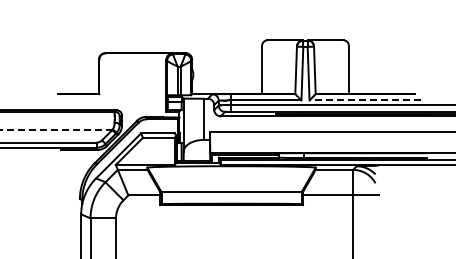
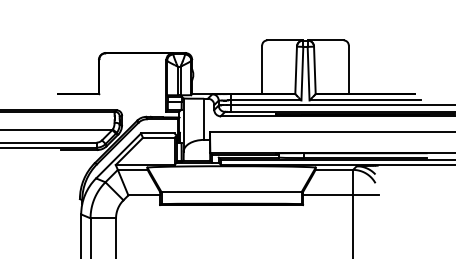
line at (365, 100): dashed -> solid
line at (56, 129): dashed -> solid
